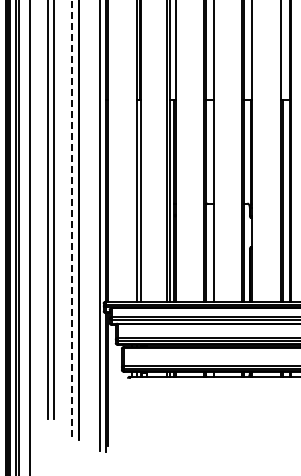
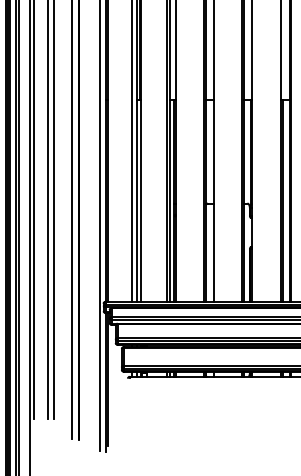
line at (132, 151): none -> present
line at (33, 210): none -> present
line at (72, 220): dashed -> solid
